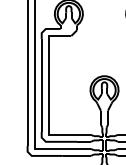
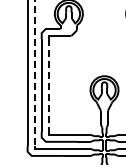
line at (34, 73): solid -> dashed
line at (48, 85): solid -> dashed
